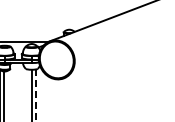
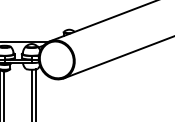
line at (117, 57): none -> present
line at (36, 95): dashed -> solid
